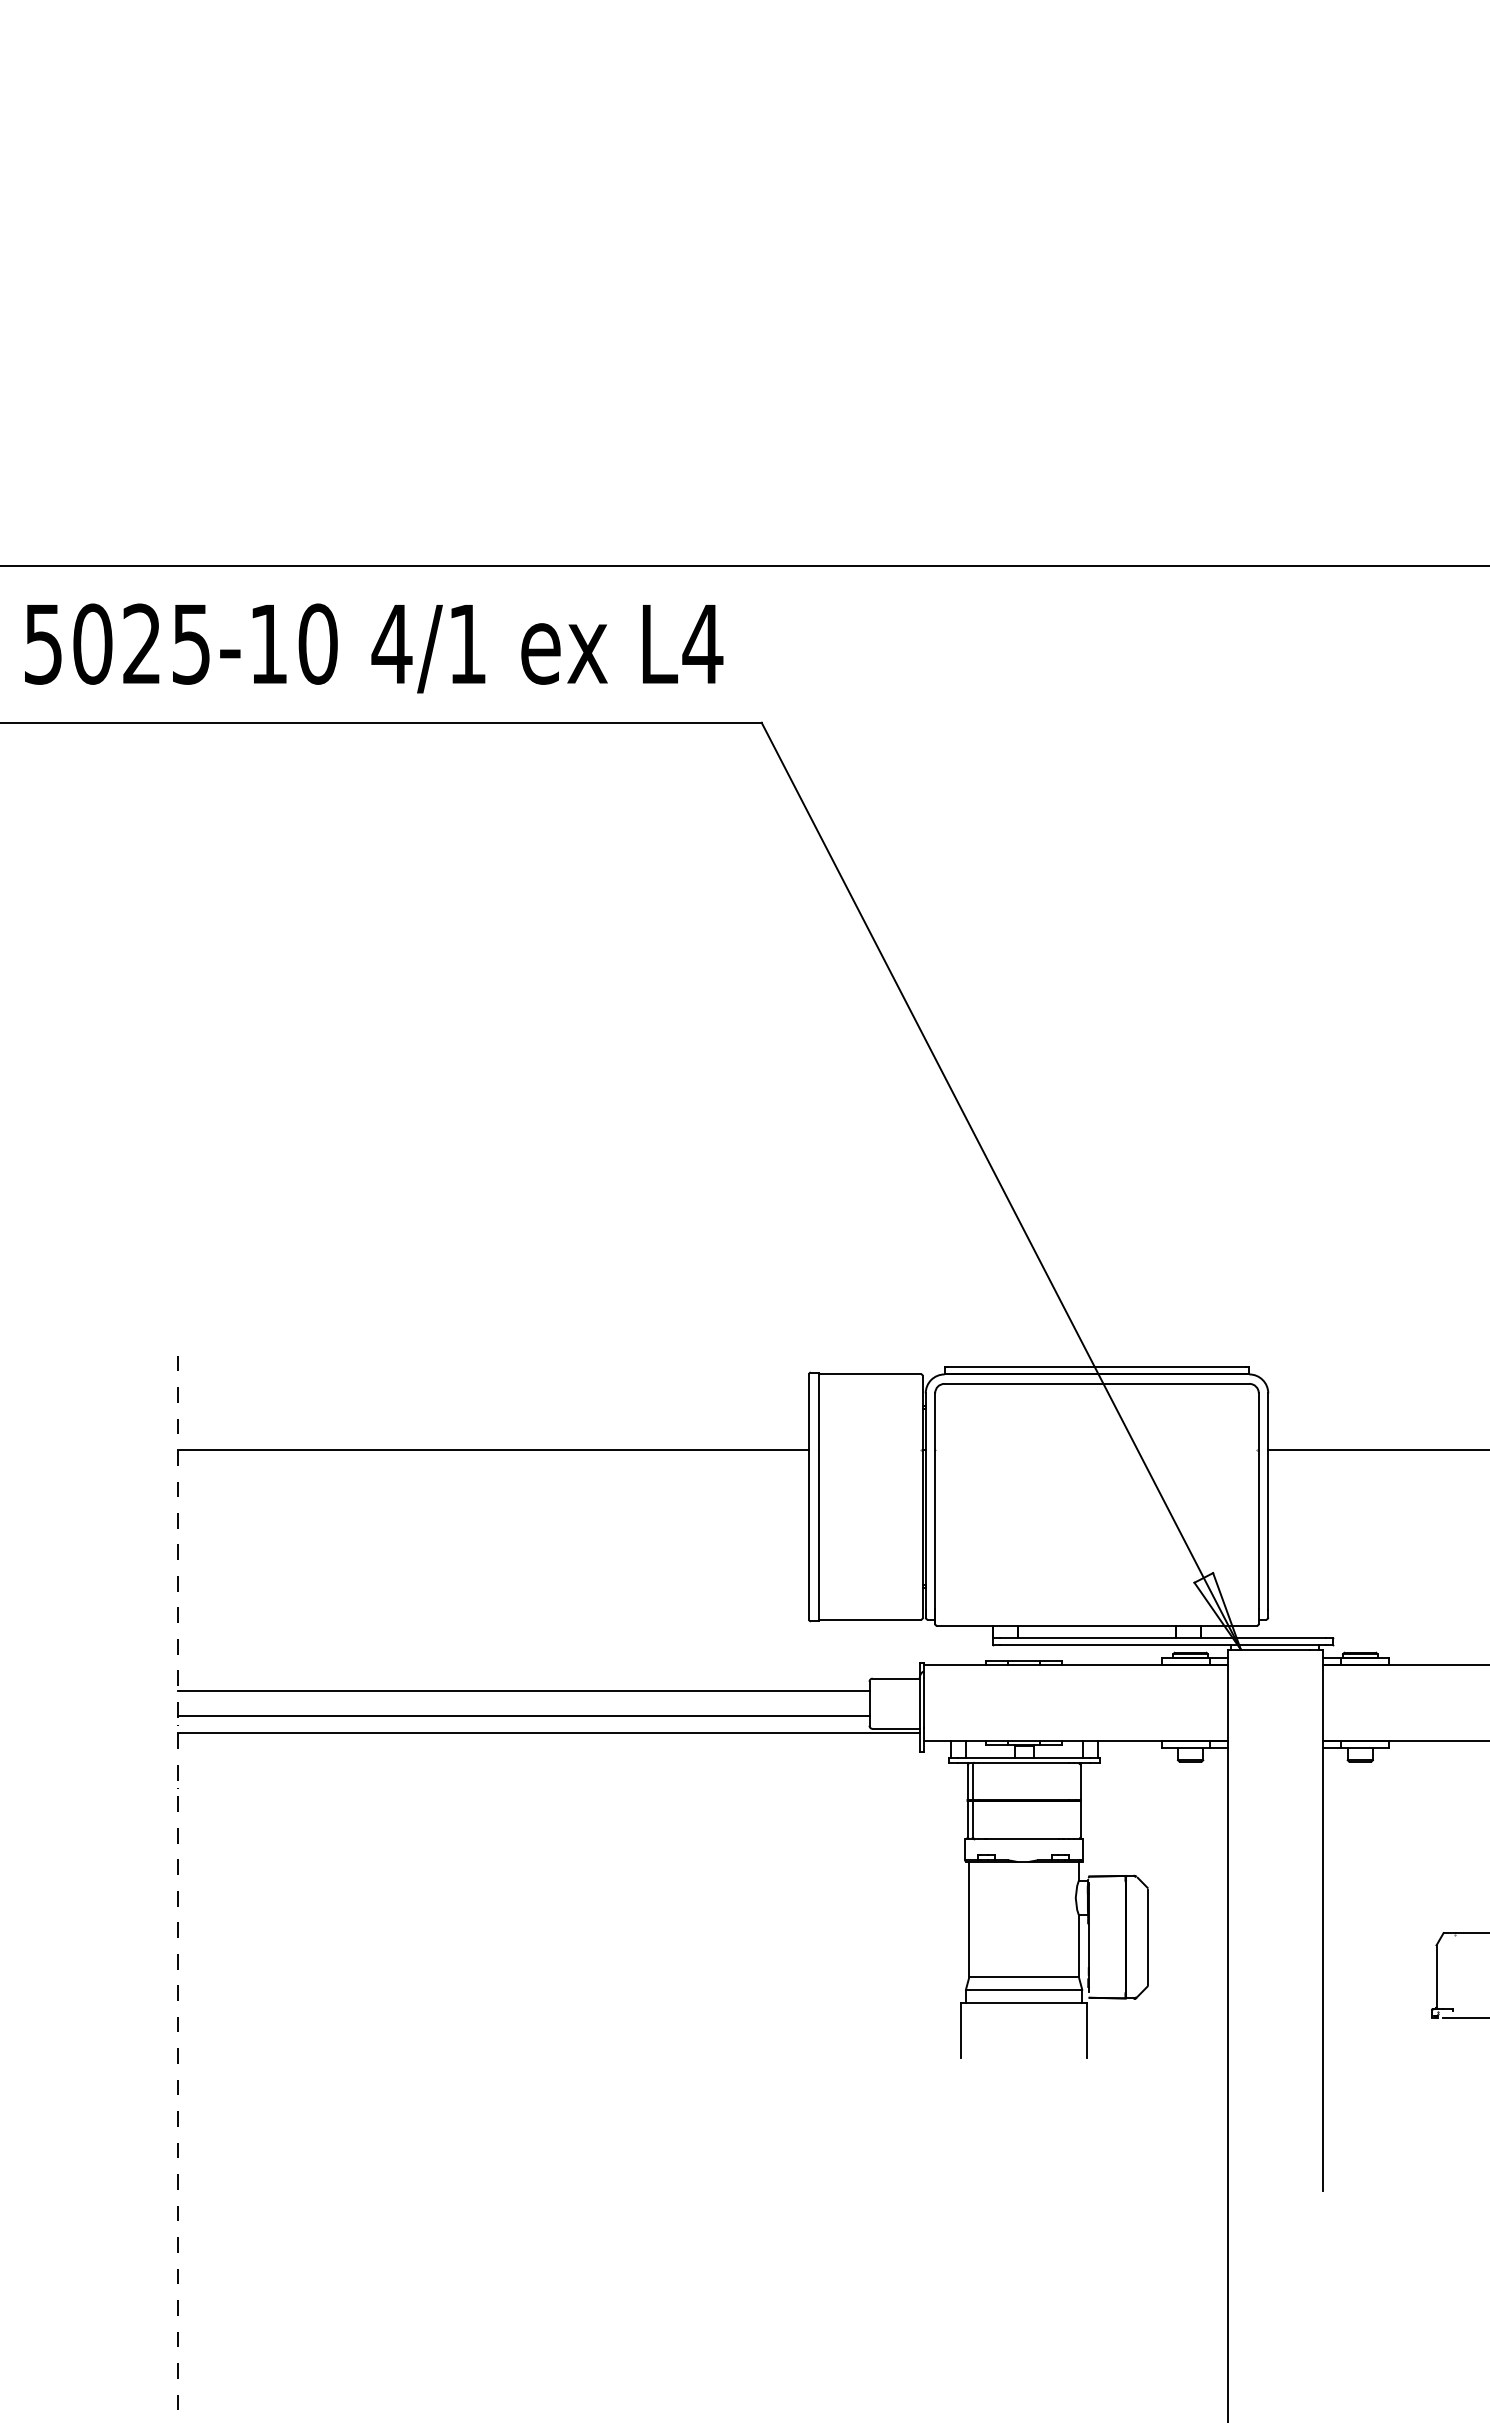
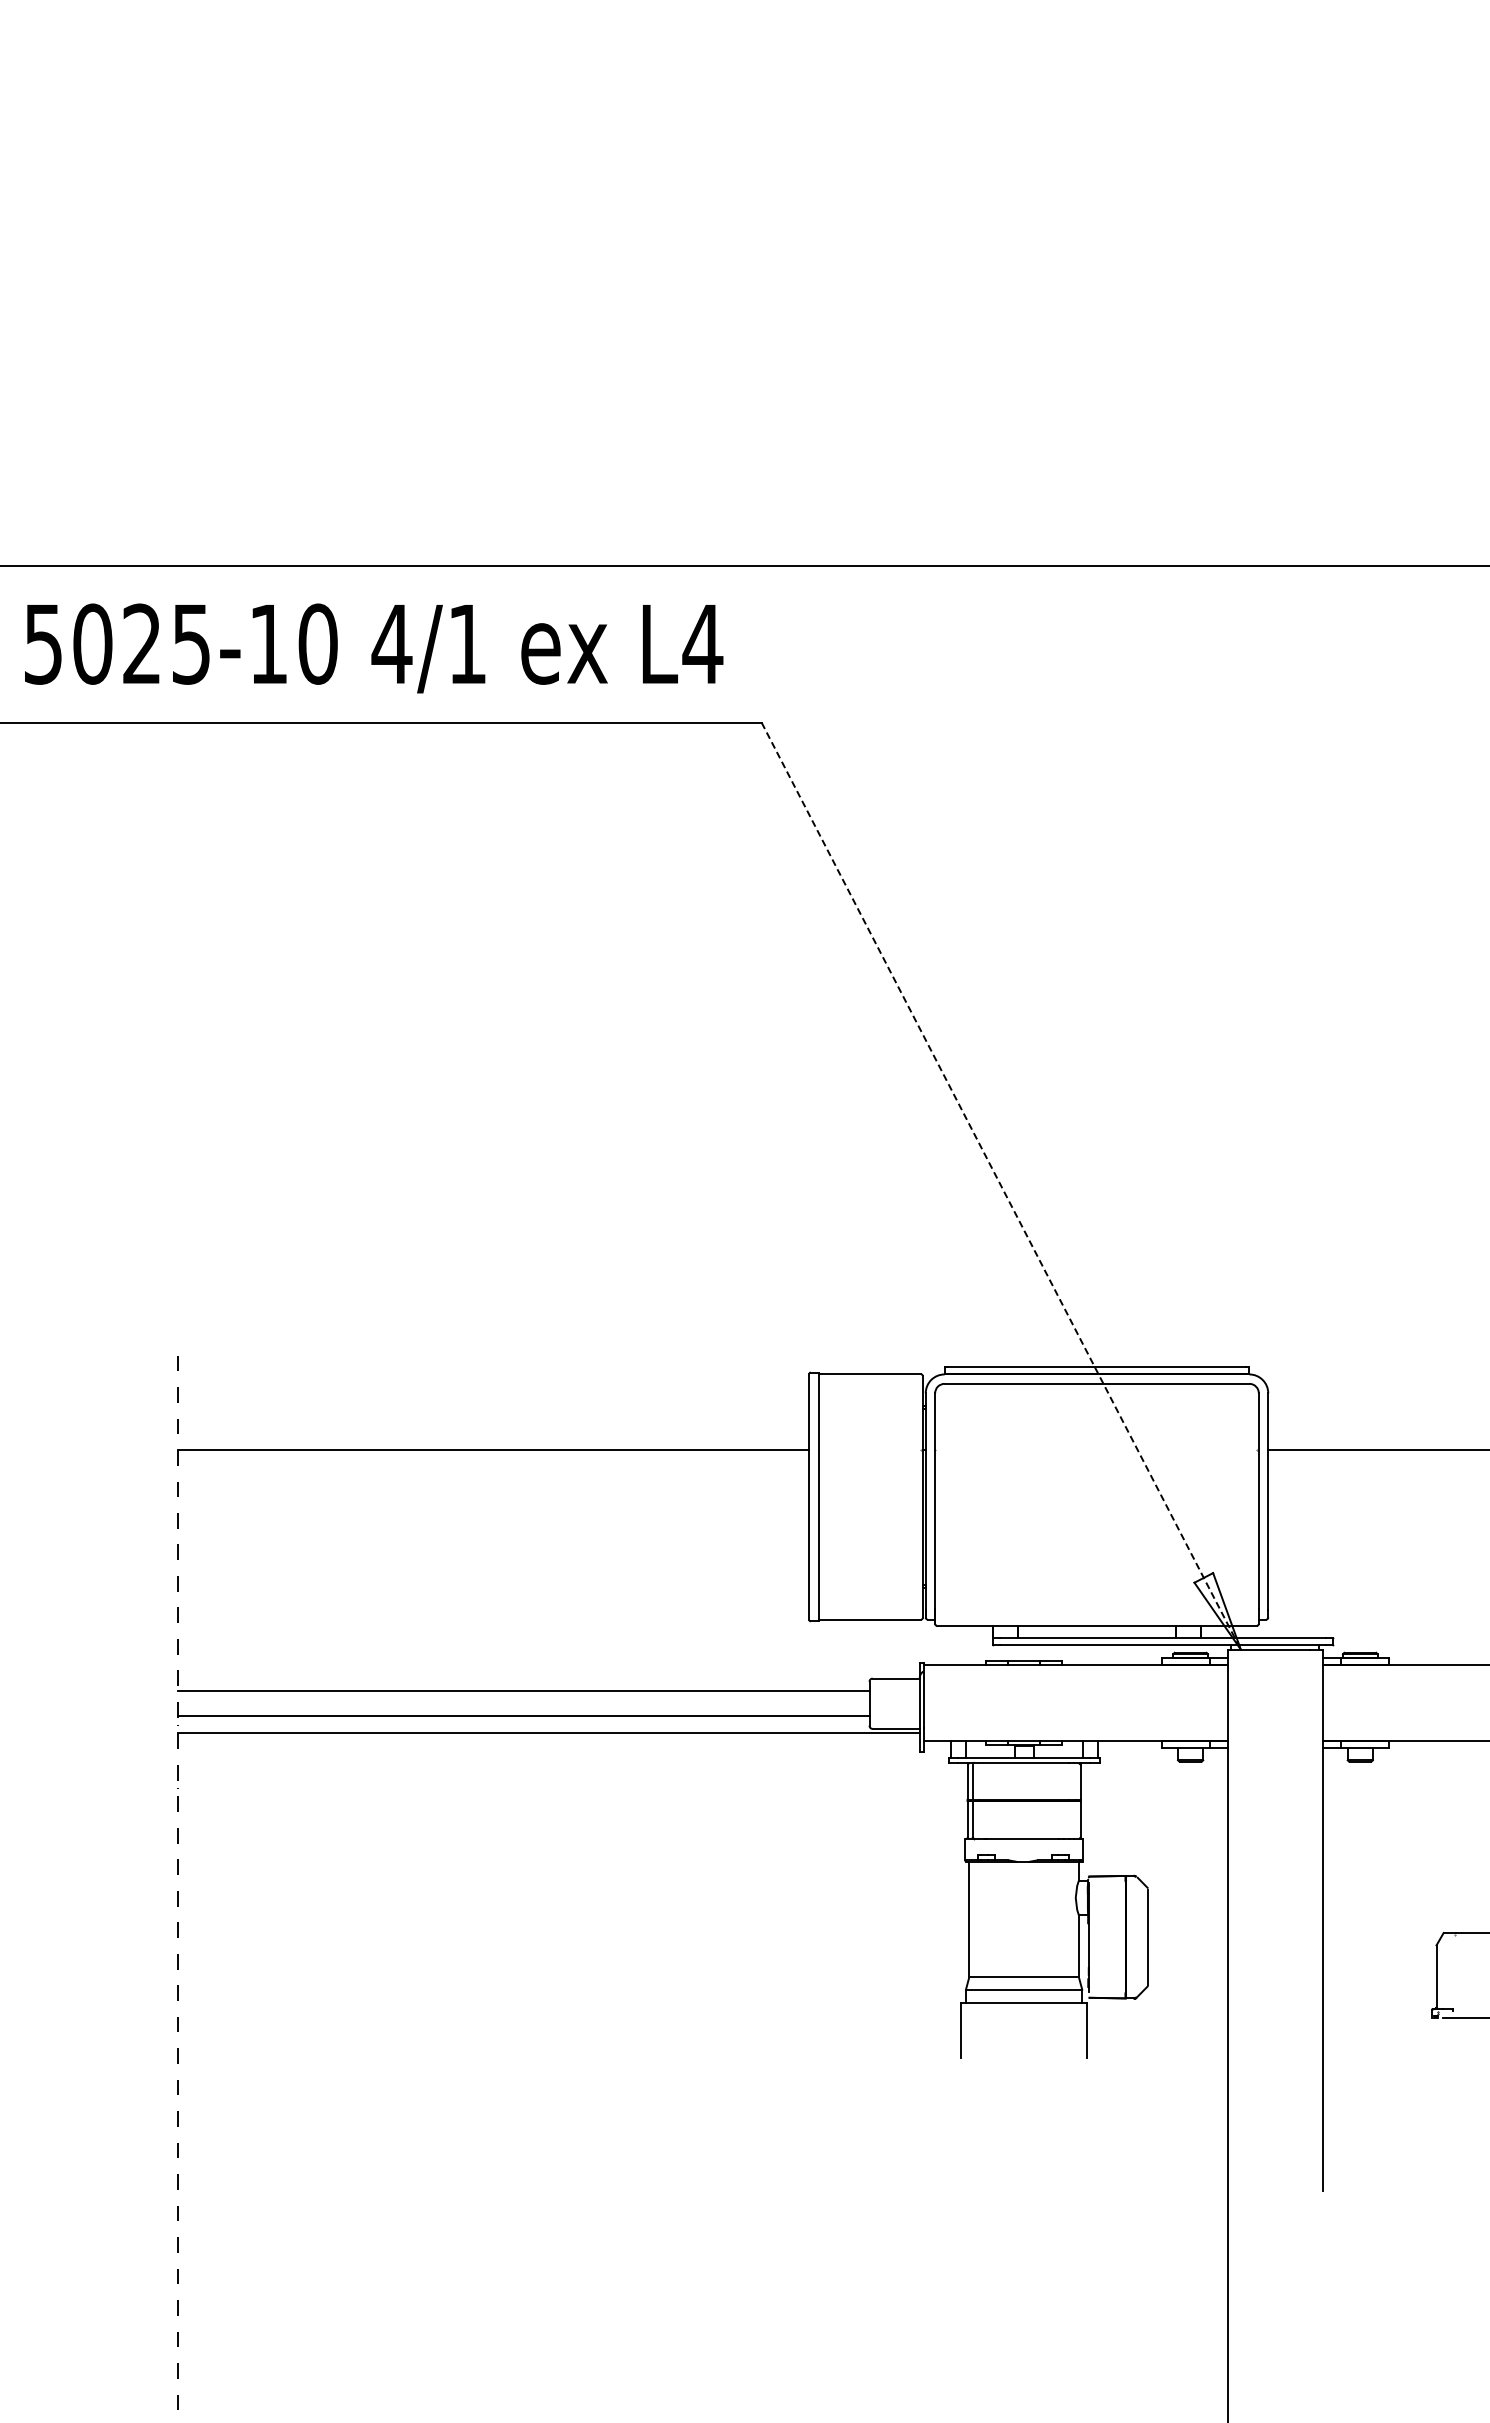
line at (1001, 1186): solid -> dashed
